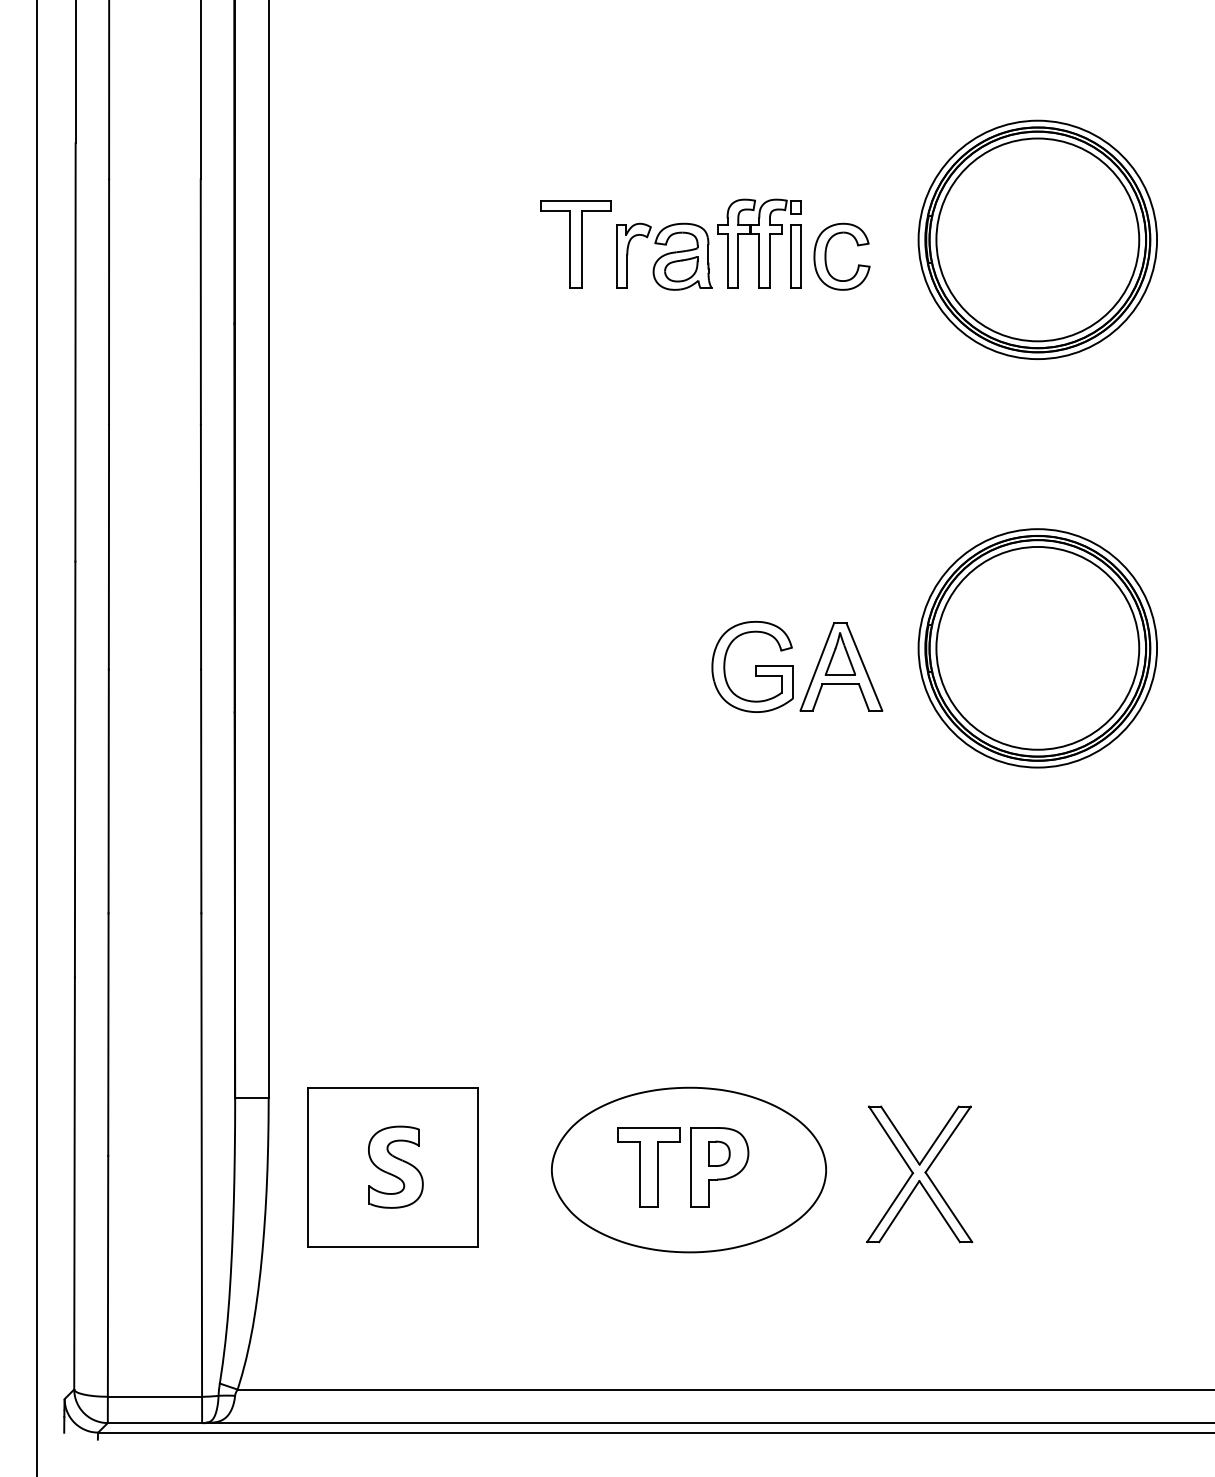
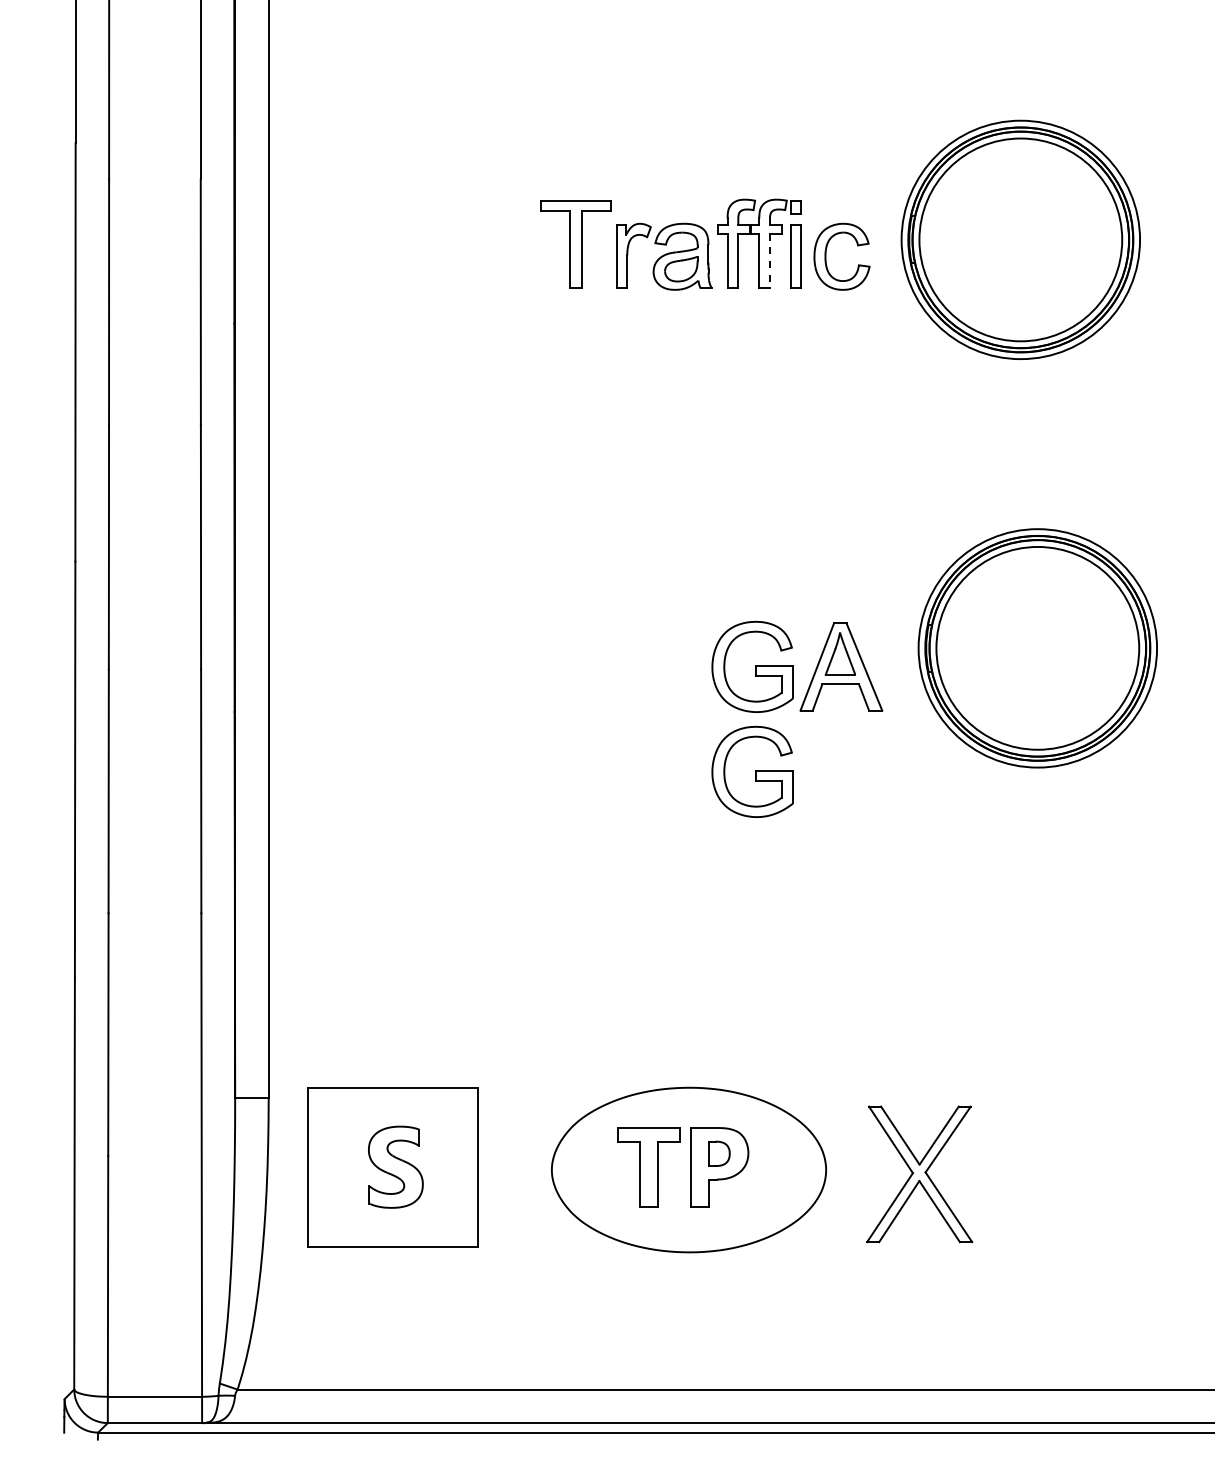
part at (1037, 239) position: (1037, 239) -> (1020, 239)
line at (770, 261): solid -> dashed
line at (36, 737): present -> none
part at (752, 771): none -> present
